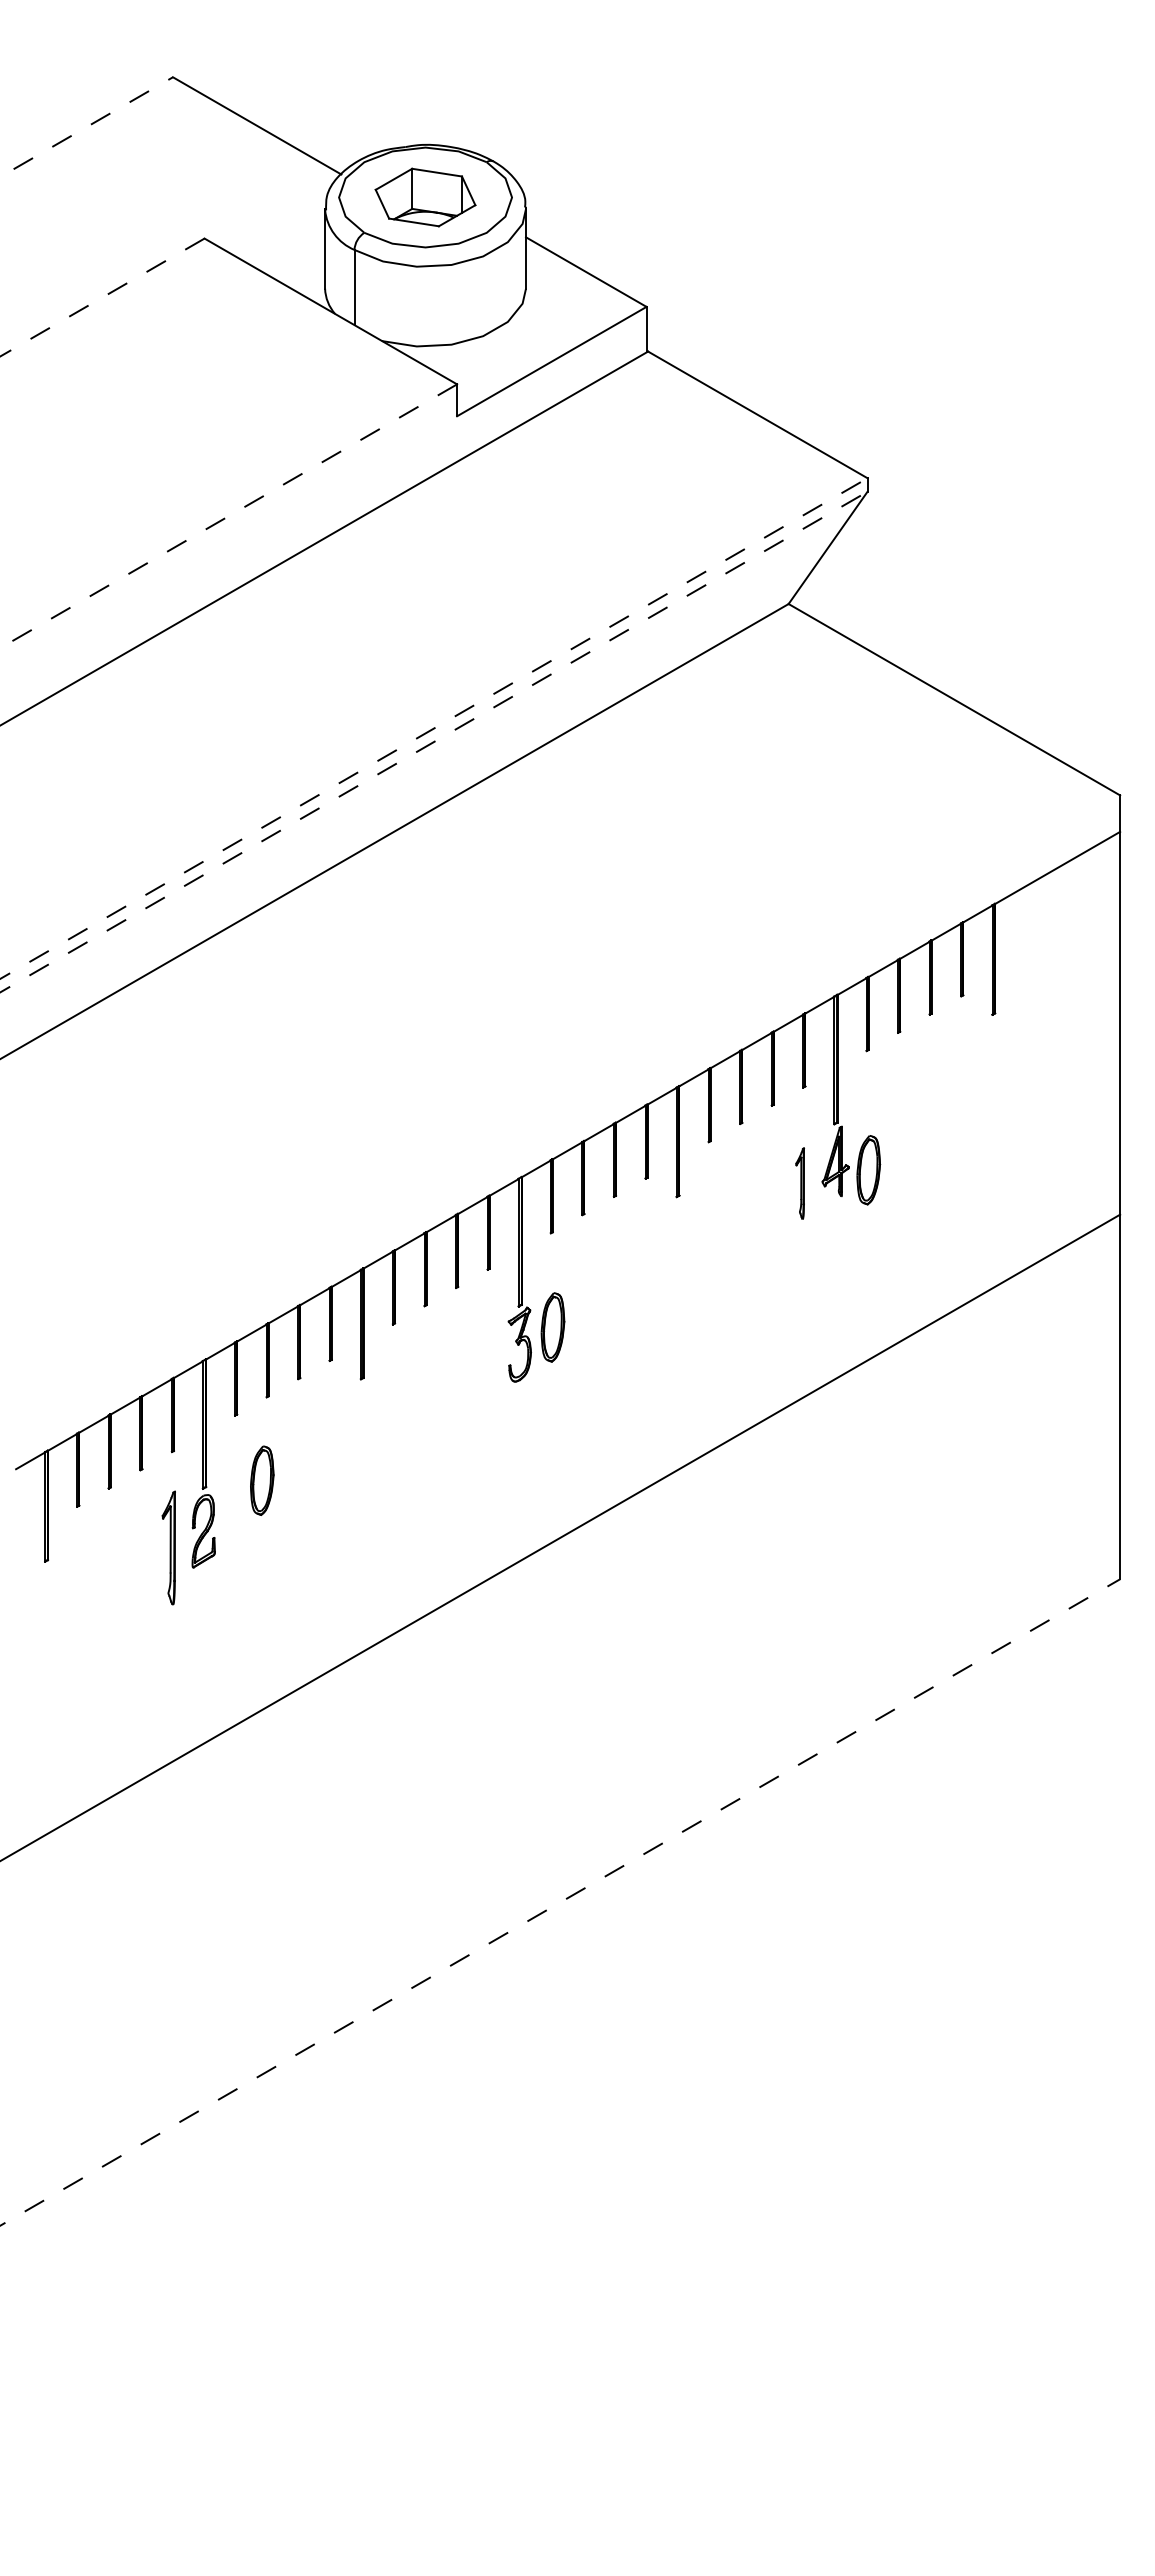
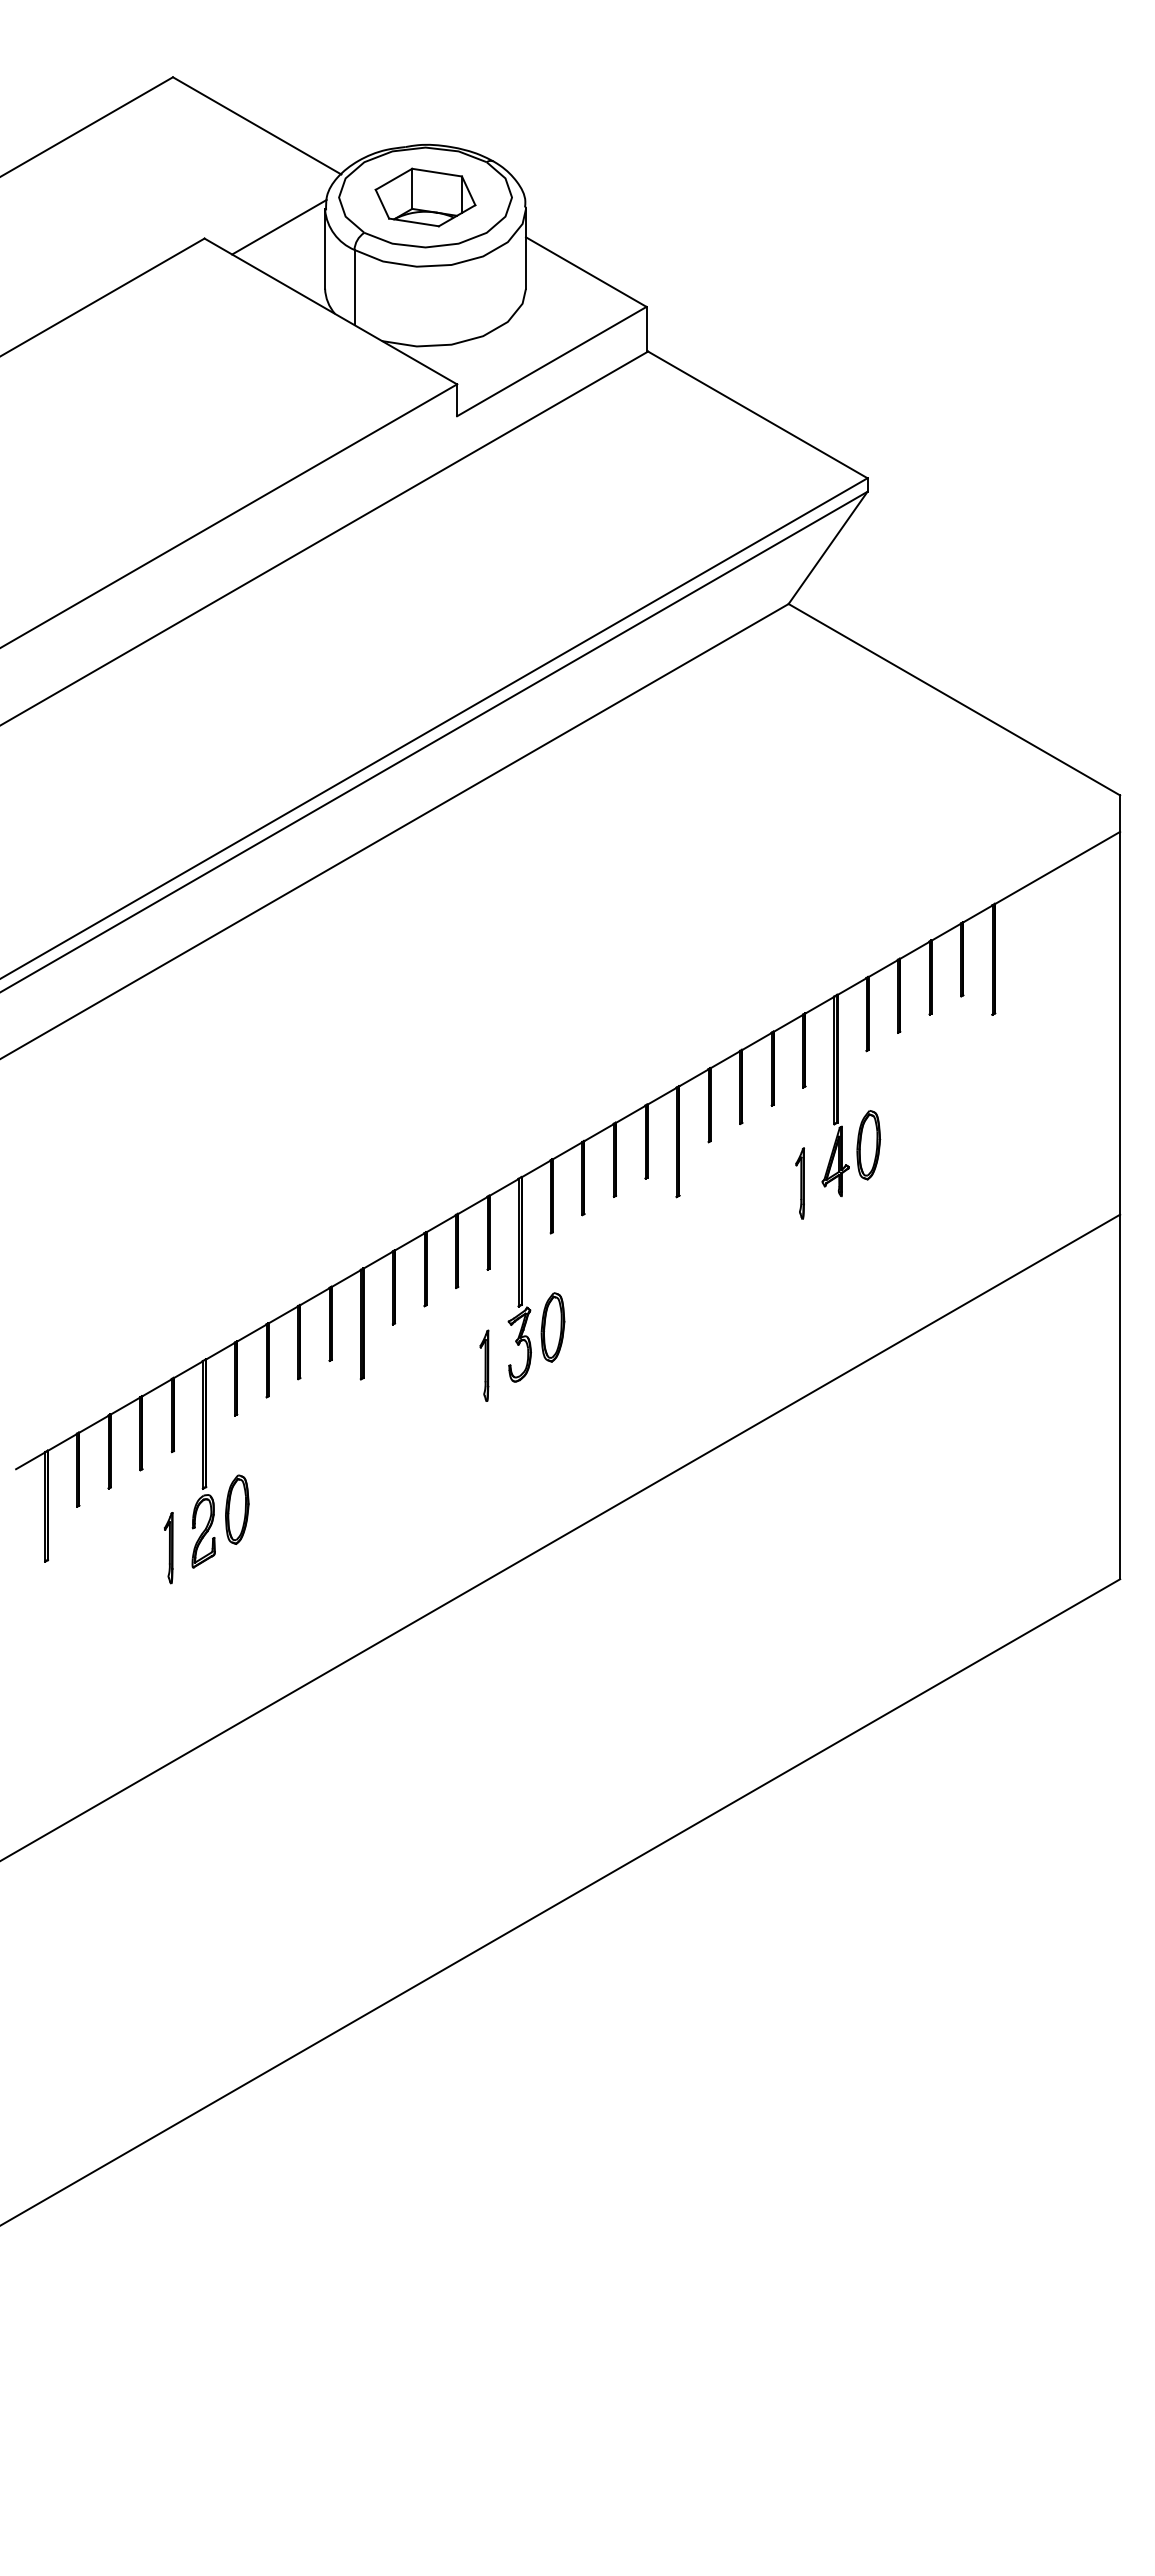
line at (87, 126): dashed -> solid
line at (279, 226): none -> present
line at (102, 297): dashed -> solid
line at (228, 516): dashed -> solid
line at (434, 728): dashed -> solid
line at (434, 741): dashed -> solid
part at (868, 1170) position: (868, 1170) -> (868, 1145)
part at (484, 1365): none -> present
part at (262, 1480) position: (262, 1480) -> (237, 1509)
part at (168, 1547) size: 15x116 px -> 11x73 px
line at (560, 1902): dashed -> solid
